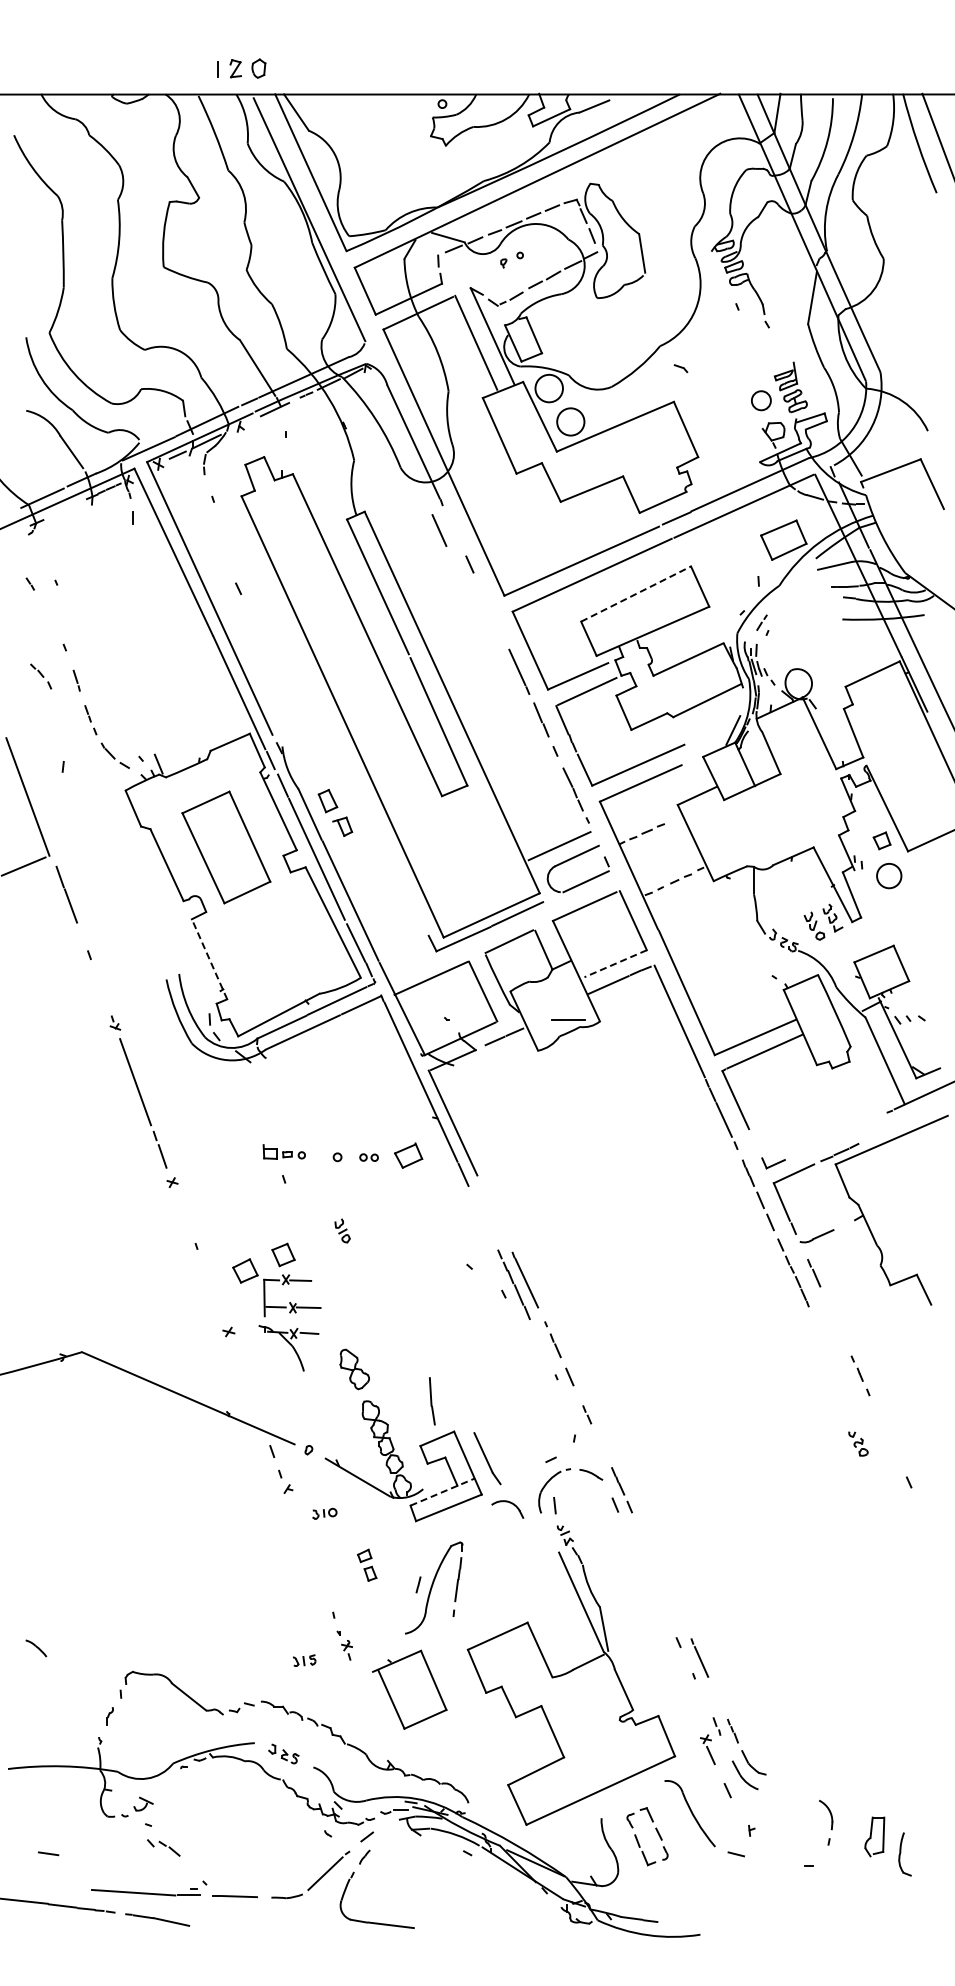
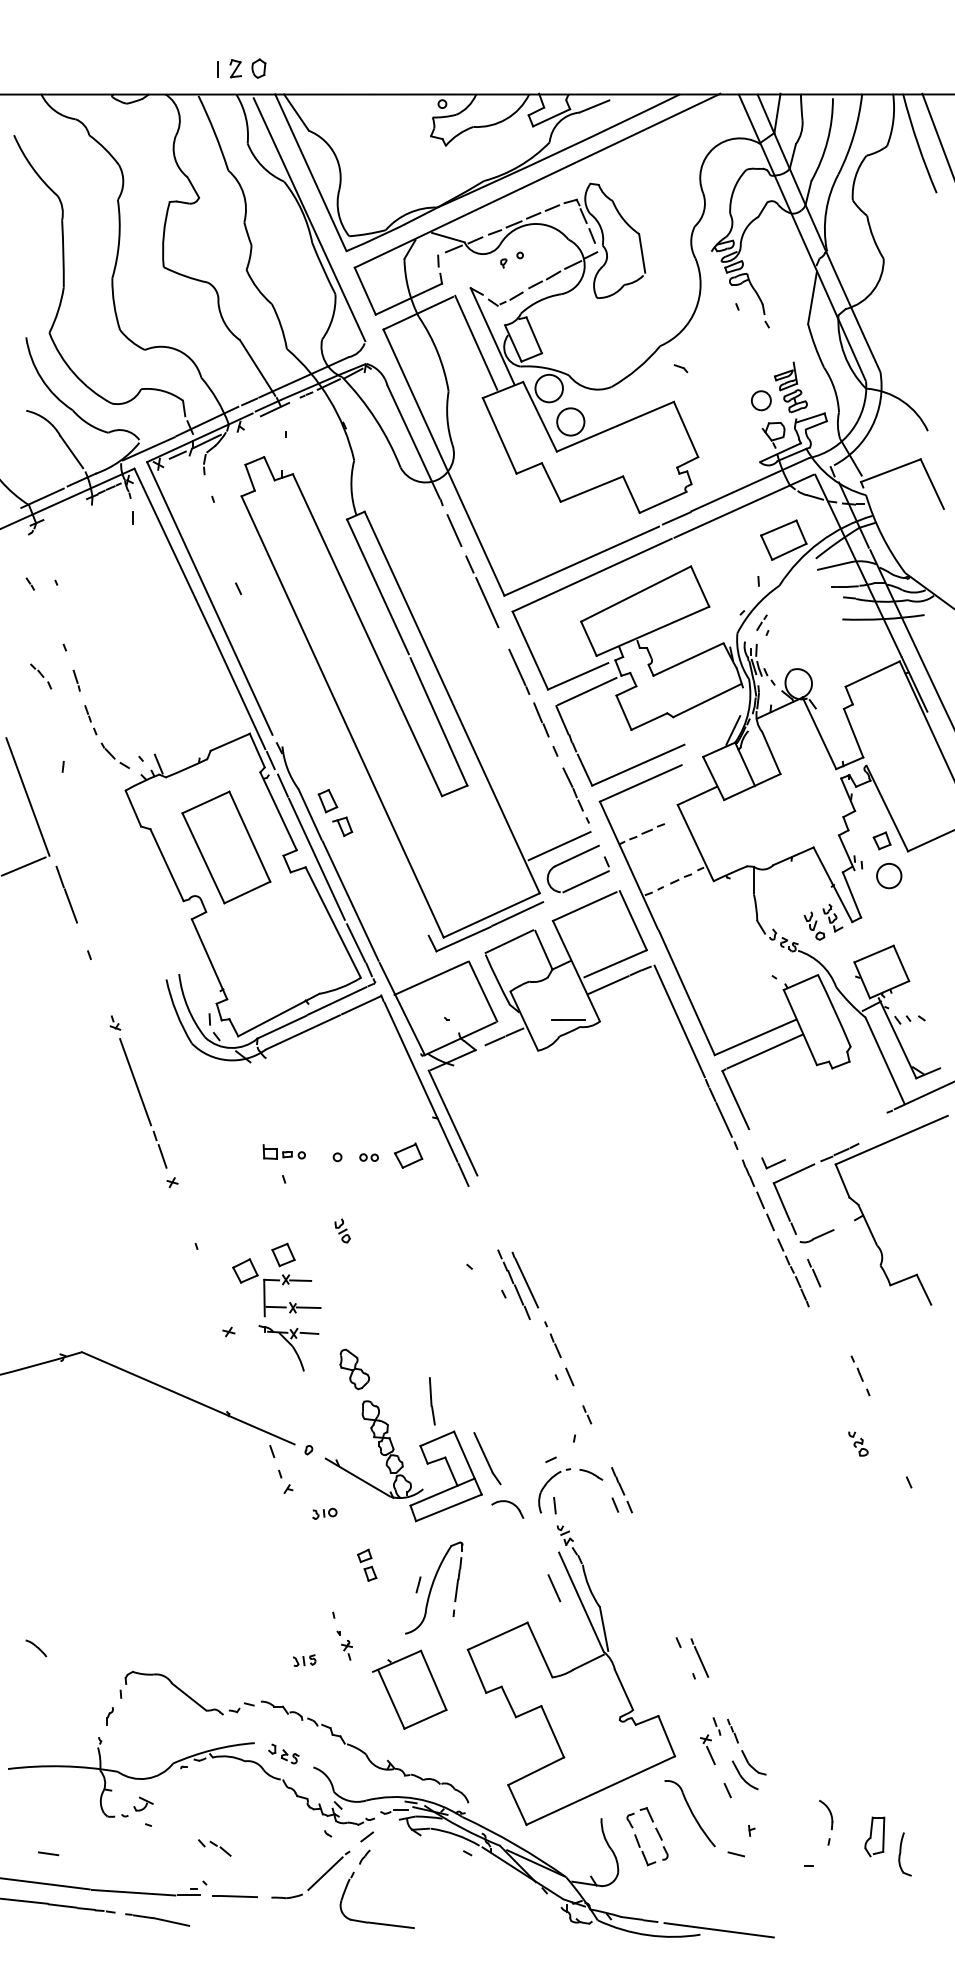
line at (439, 530) position: (439, 530) -> (454, 530)
line at (636, 593): dashed -> solid
line at (487, 602): none -> present
line at (209, 959): dashed -> solid
line at (615, 963): dashed -> solid
line at (442, 1492): dashed -> solid
line at (554, 1588): none -> present
part at (163, 1847) position: (163, 1847) -> (214, 1847)
line at (45, 1883): none -> present
line at (718, 1930): none -> present
